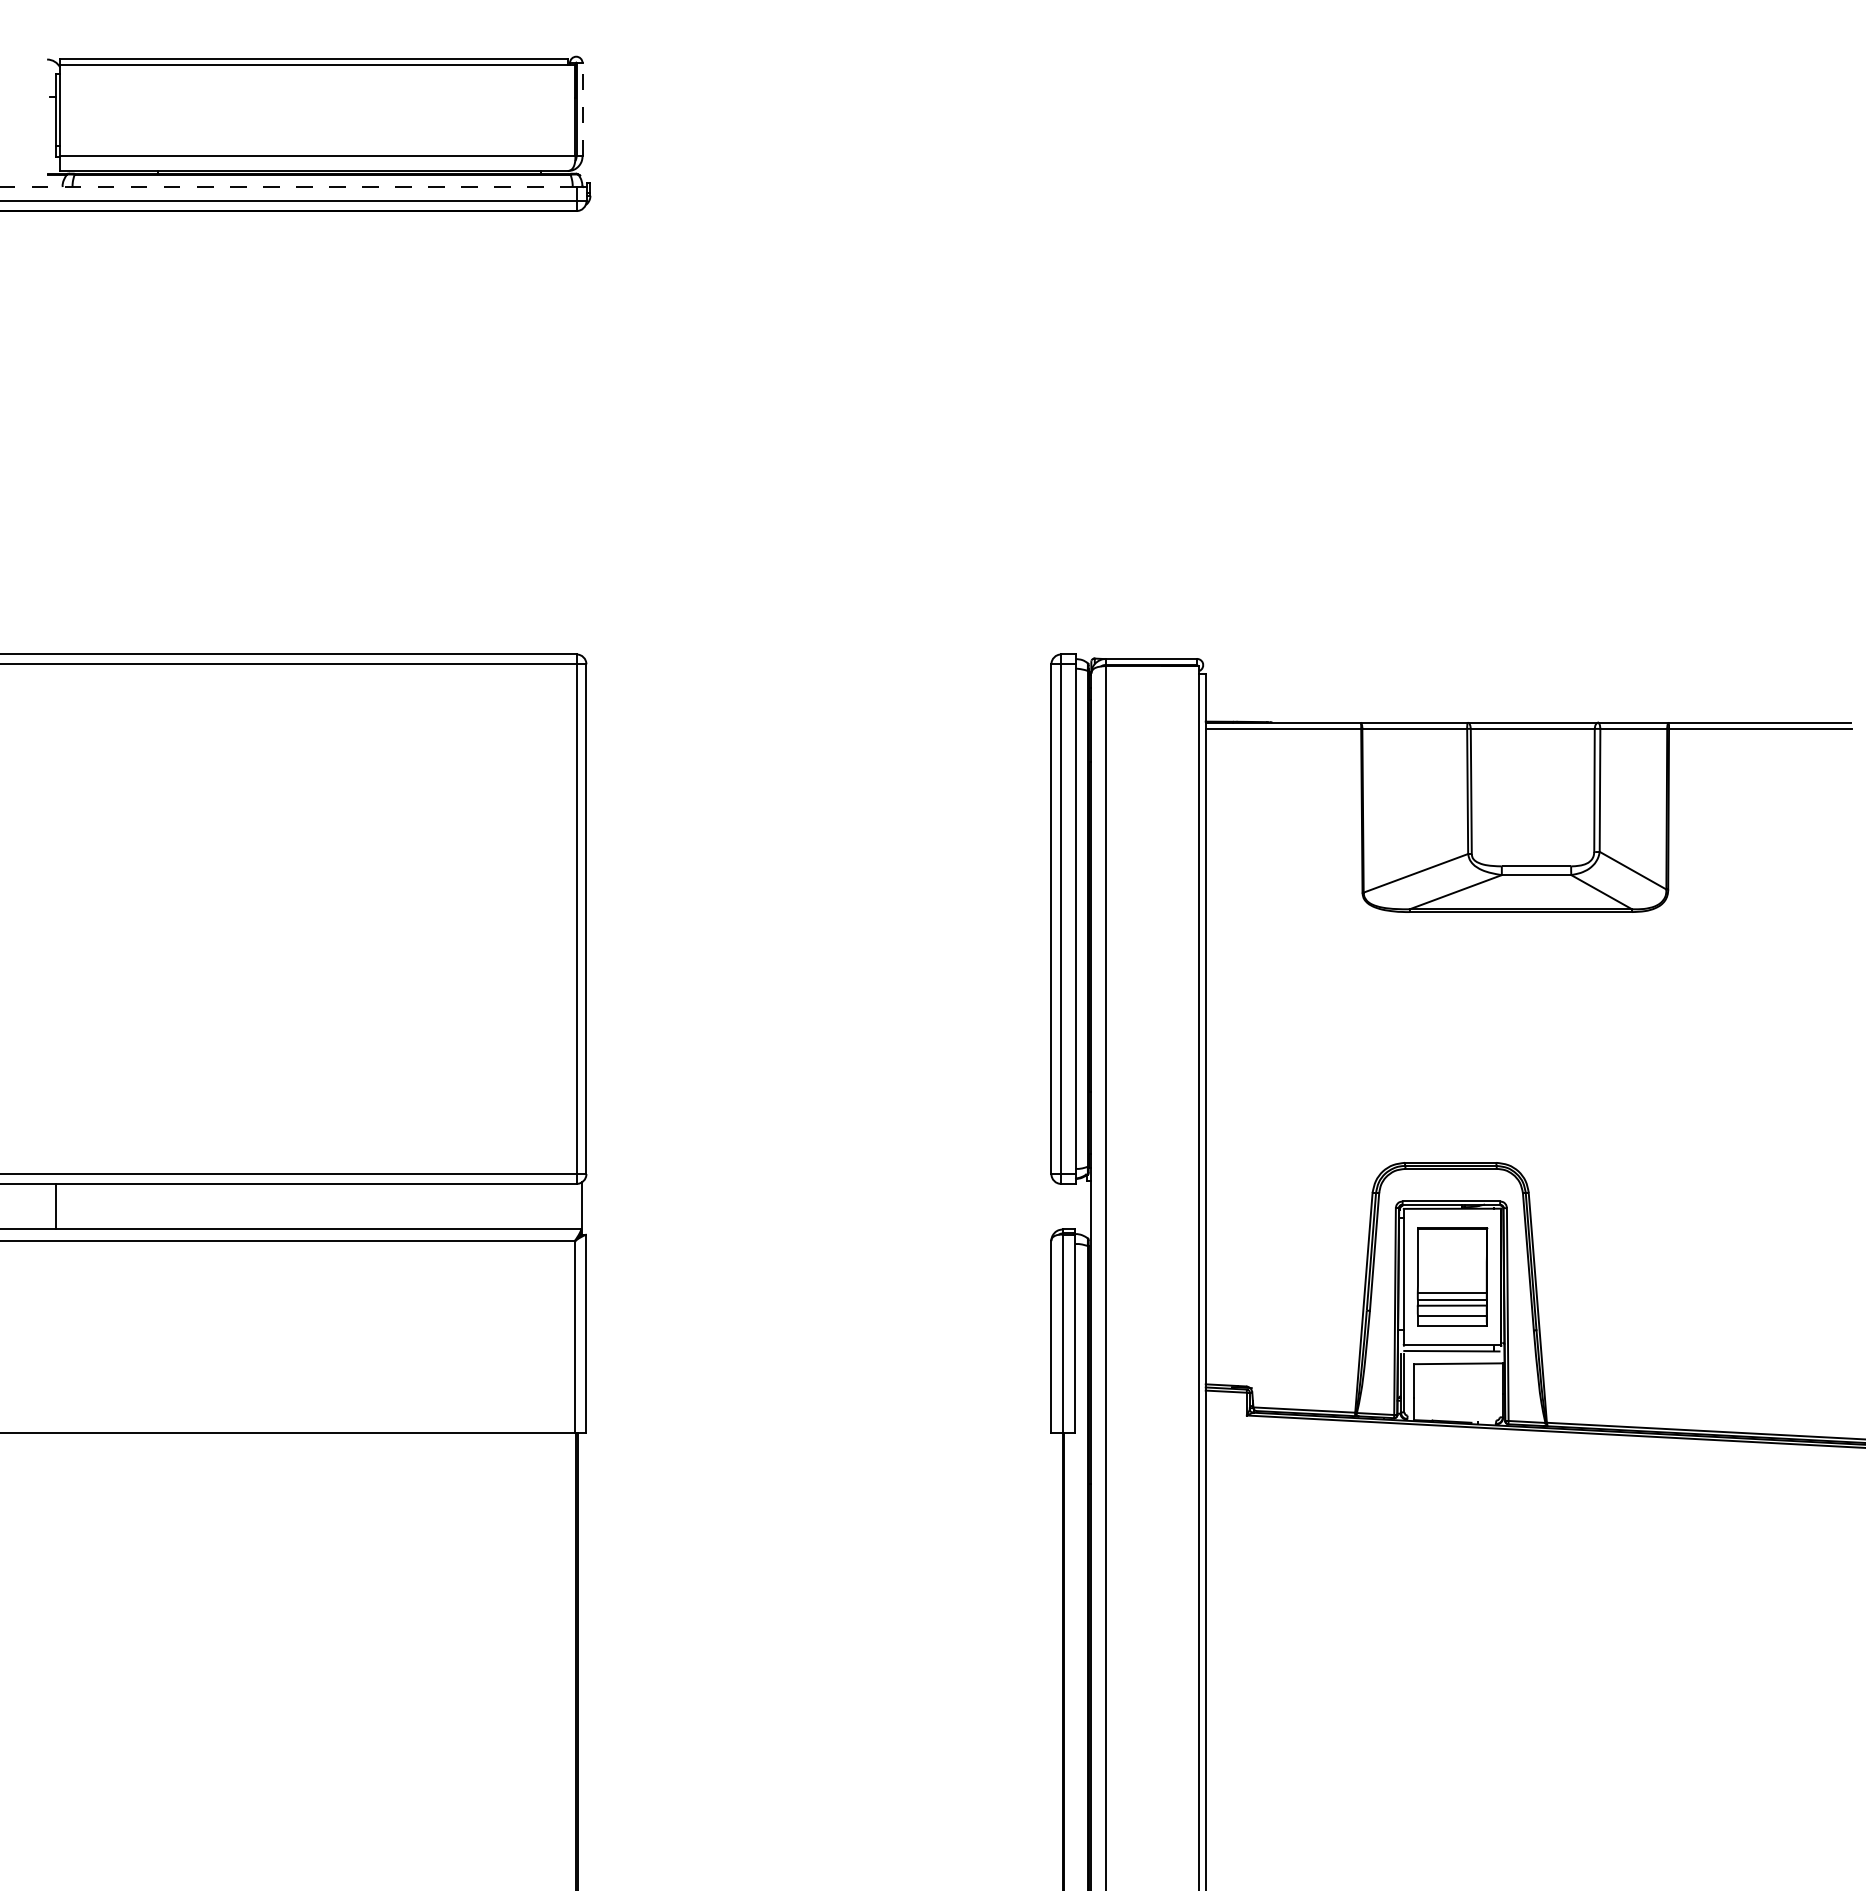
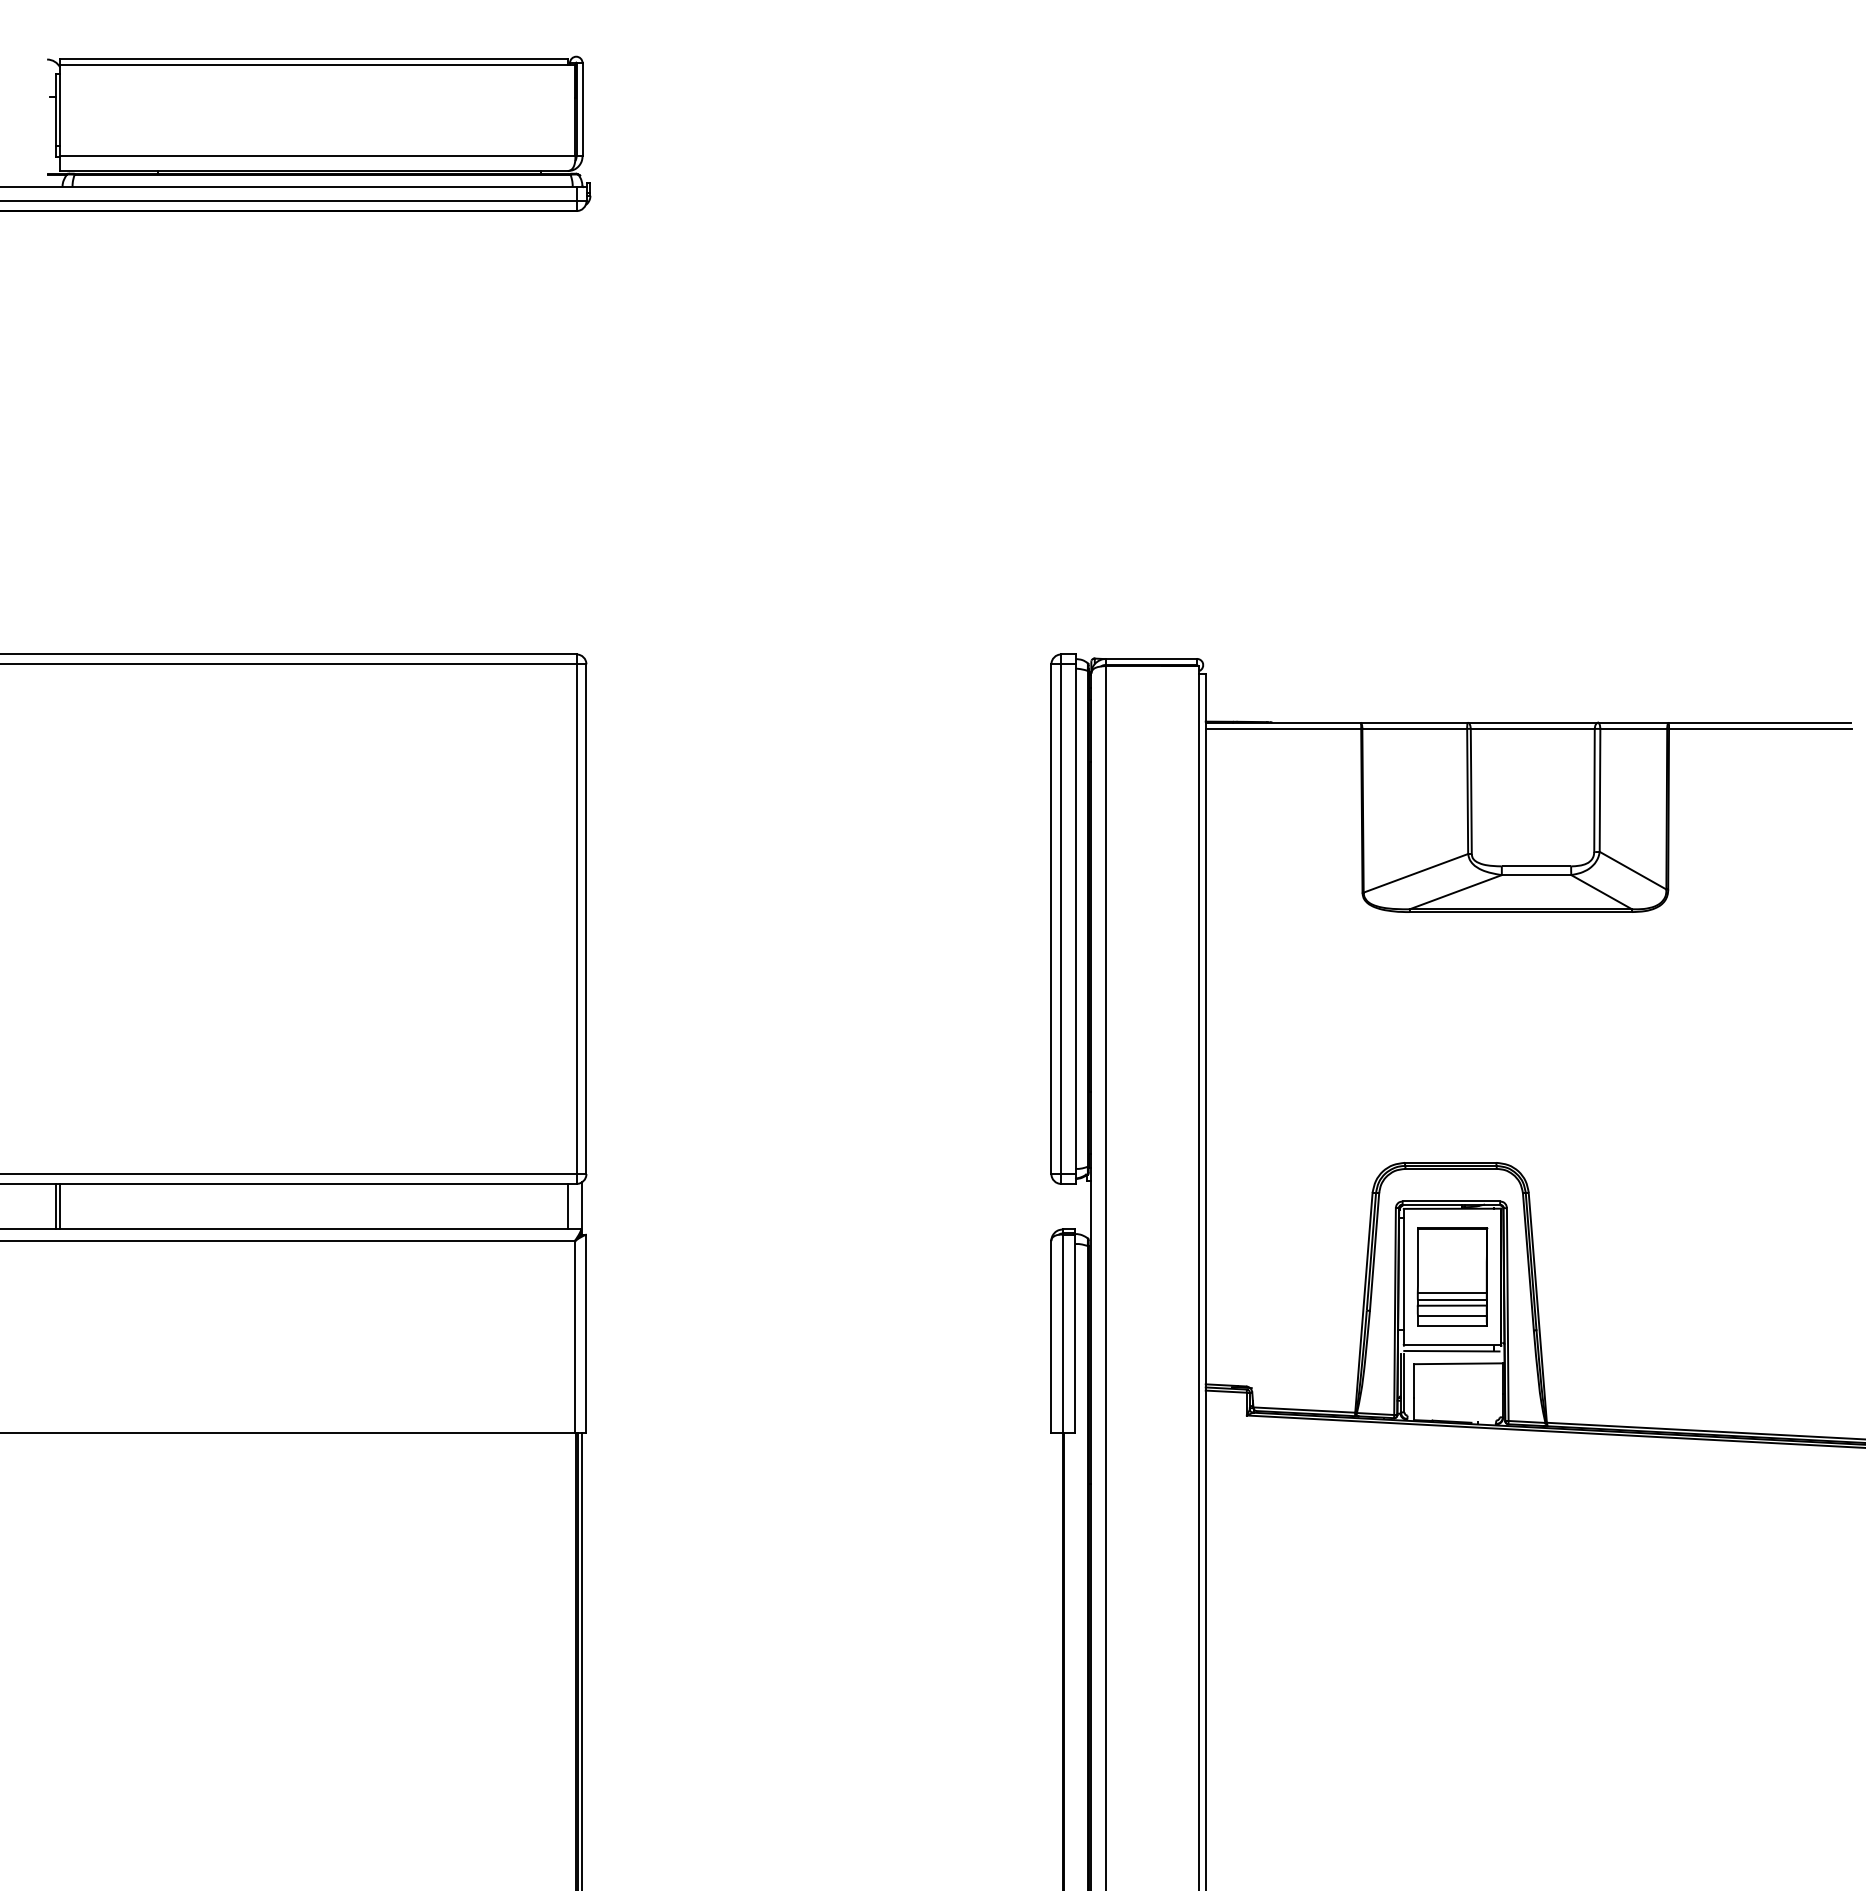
line at (582, 109): dashed -> solid
line at (288, 186): dashed -> solid
line at (60, 1206): none -> present
line at (567, 1206): none -> present
line at (582, 1659): none -> present
